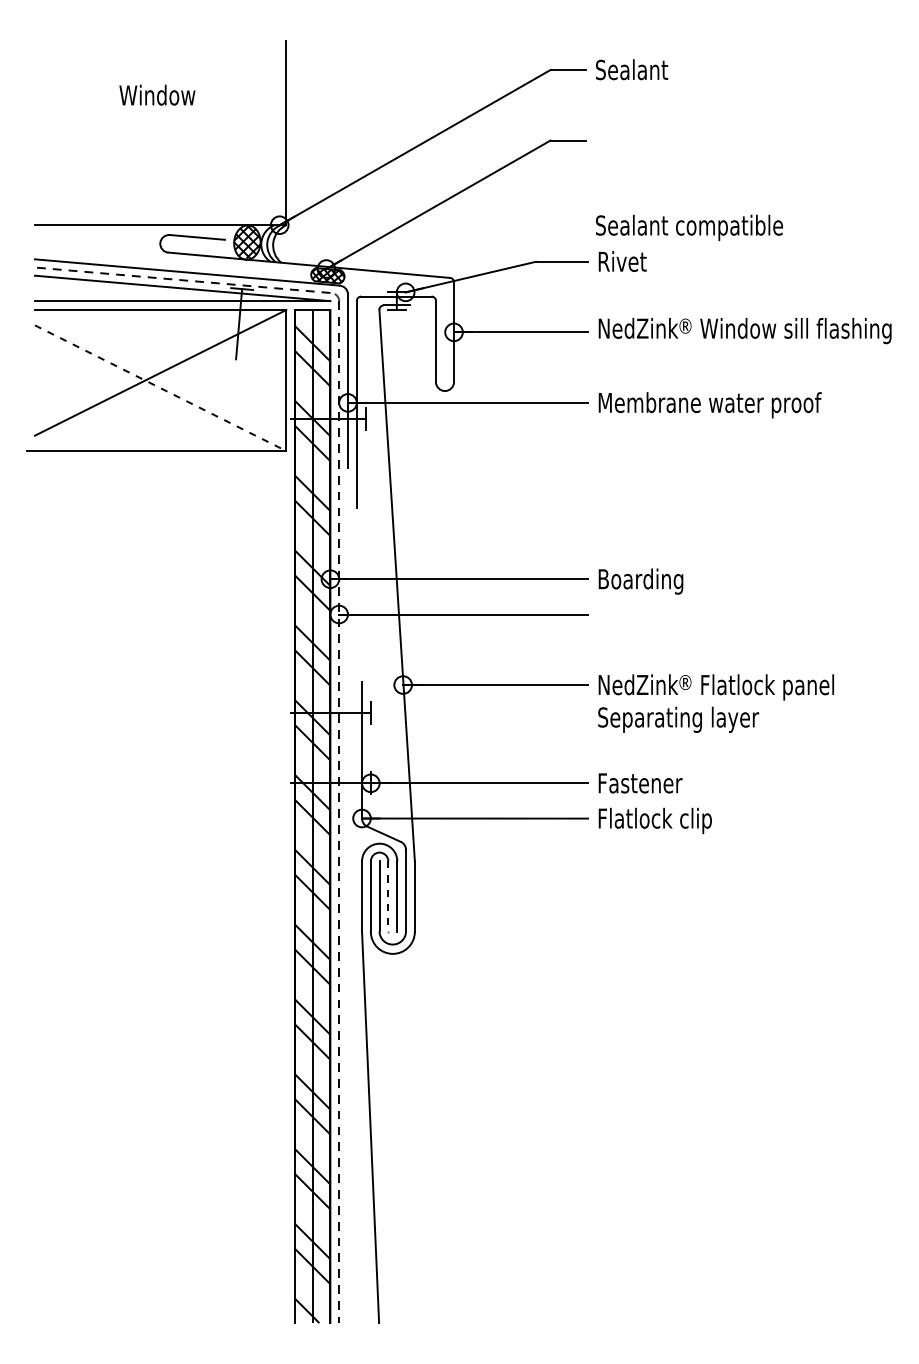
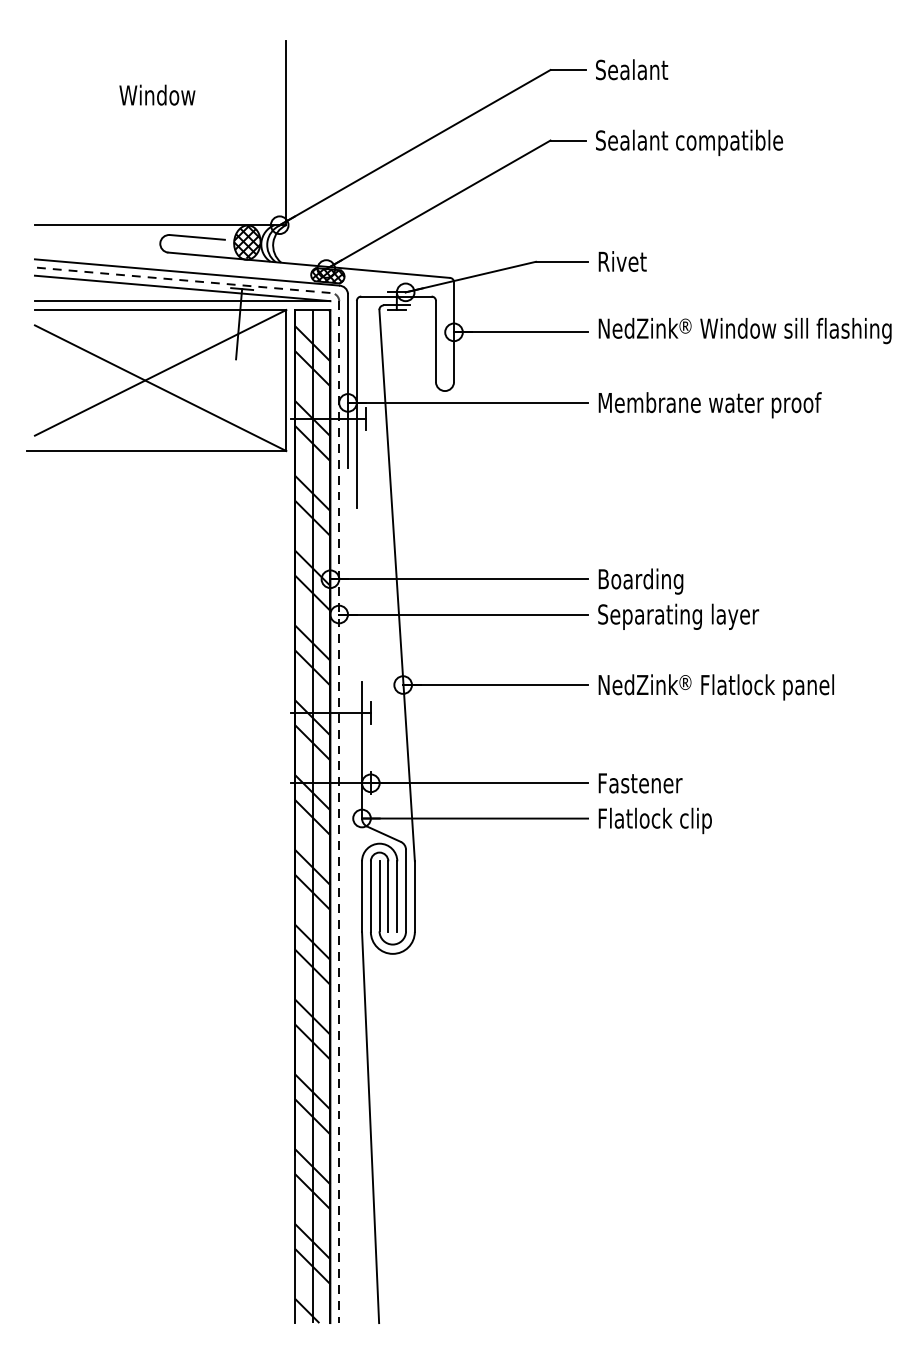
text at (689, 227) position: (689, 227) -> (689, 142)
line at (160, 388): dashed -> solid
text at (678, 719) position: (678, 719) -> (678, 616)
line at (388, 897): dashed -> solid
